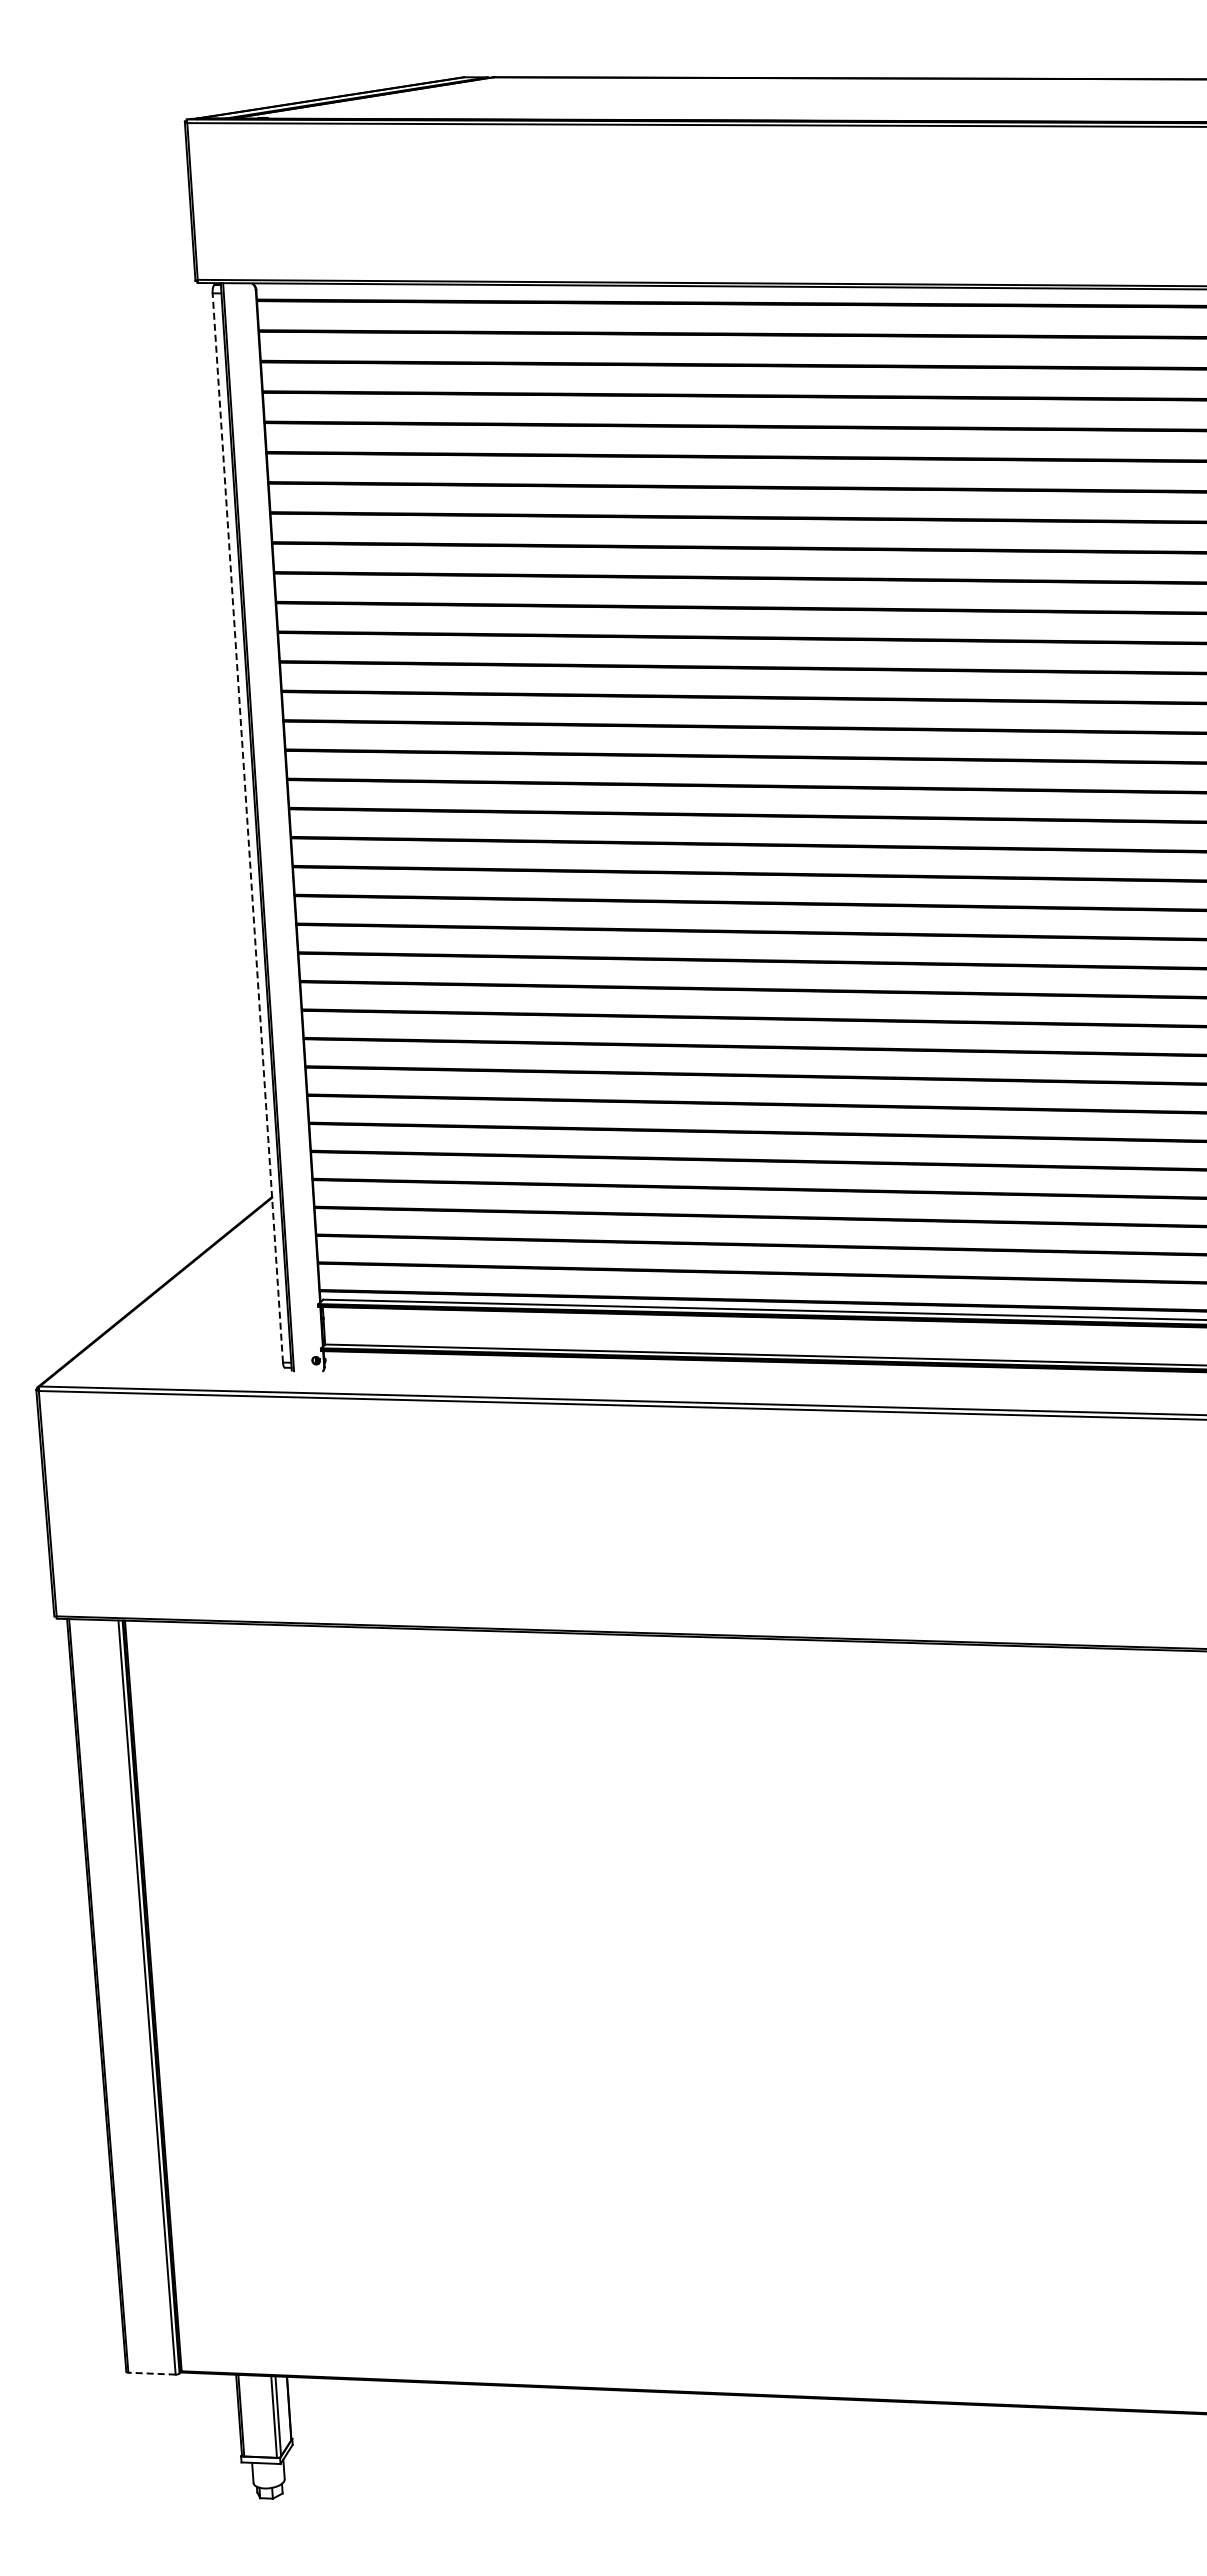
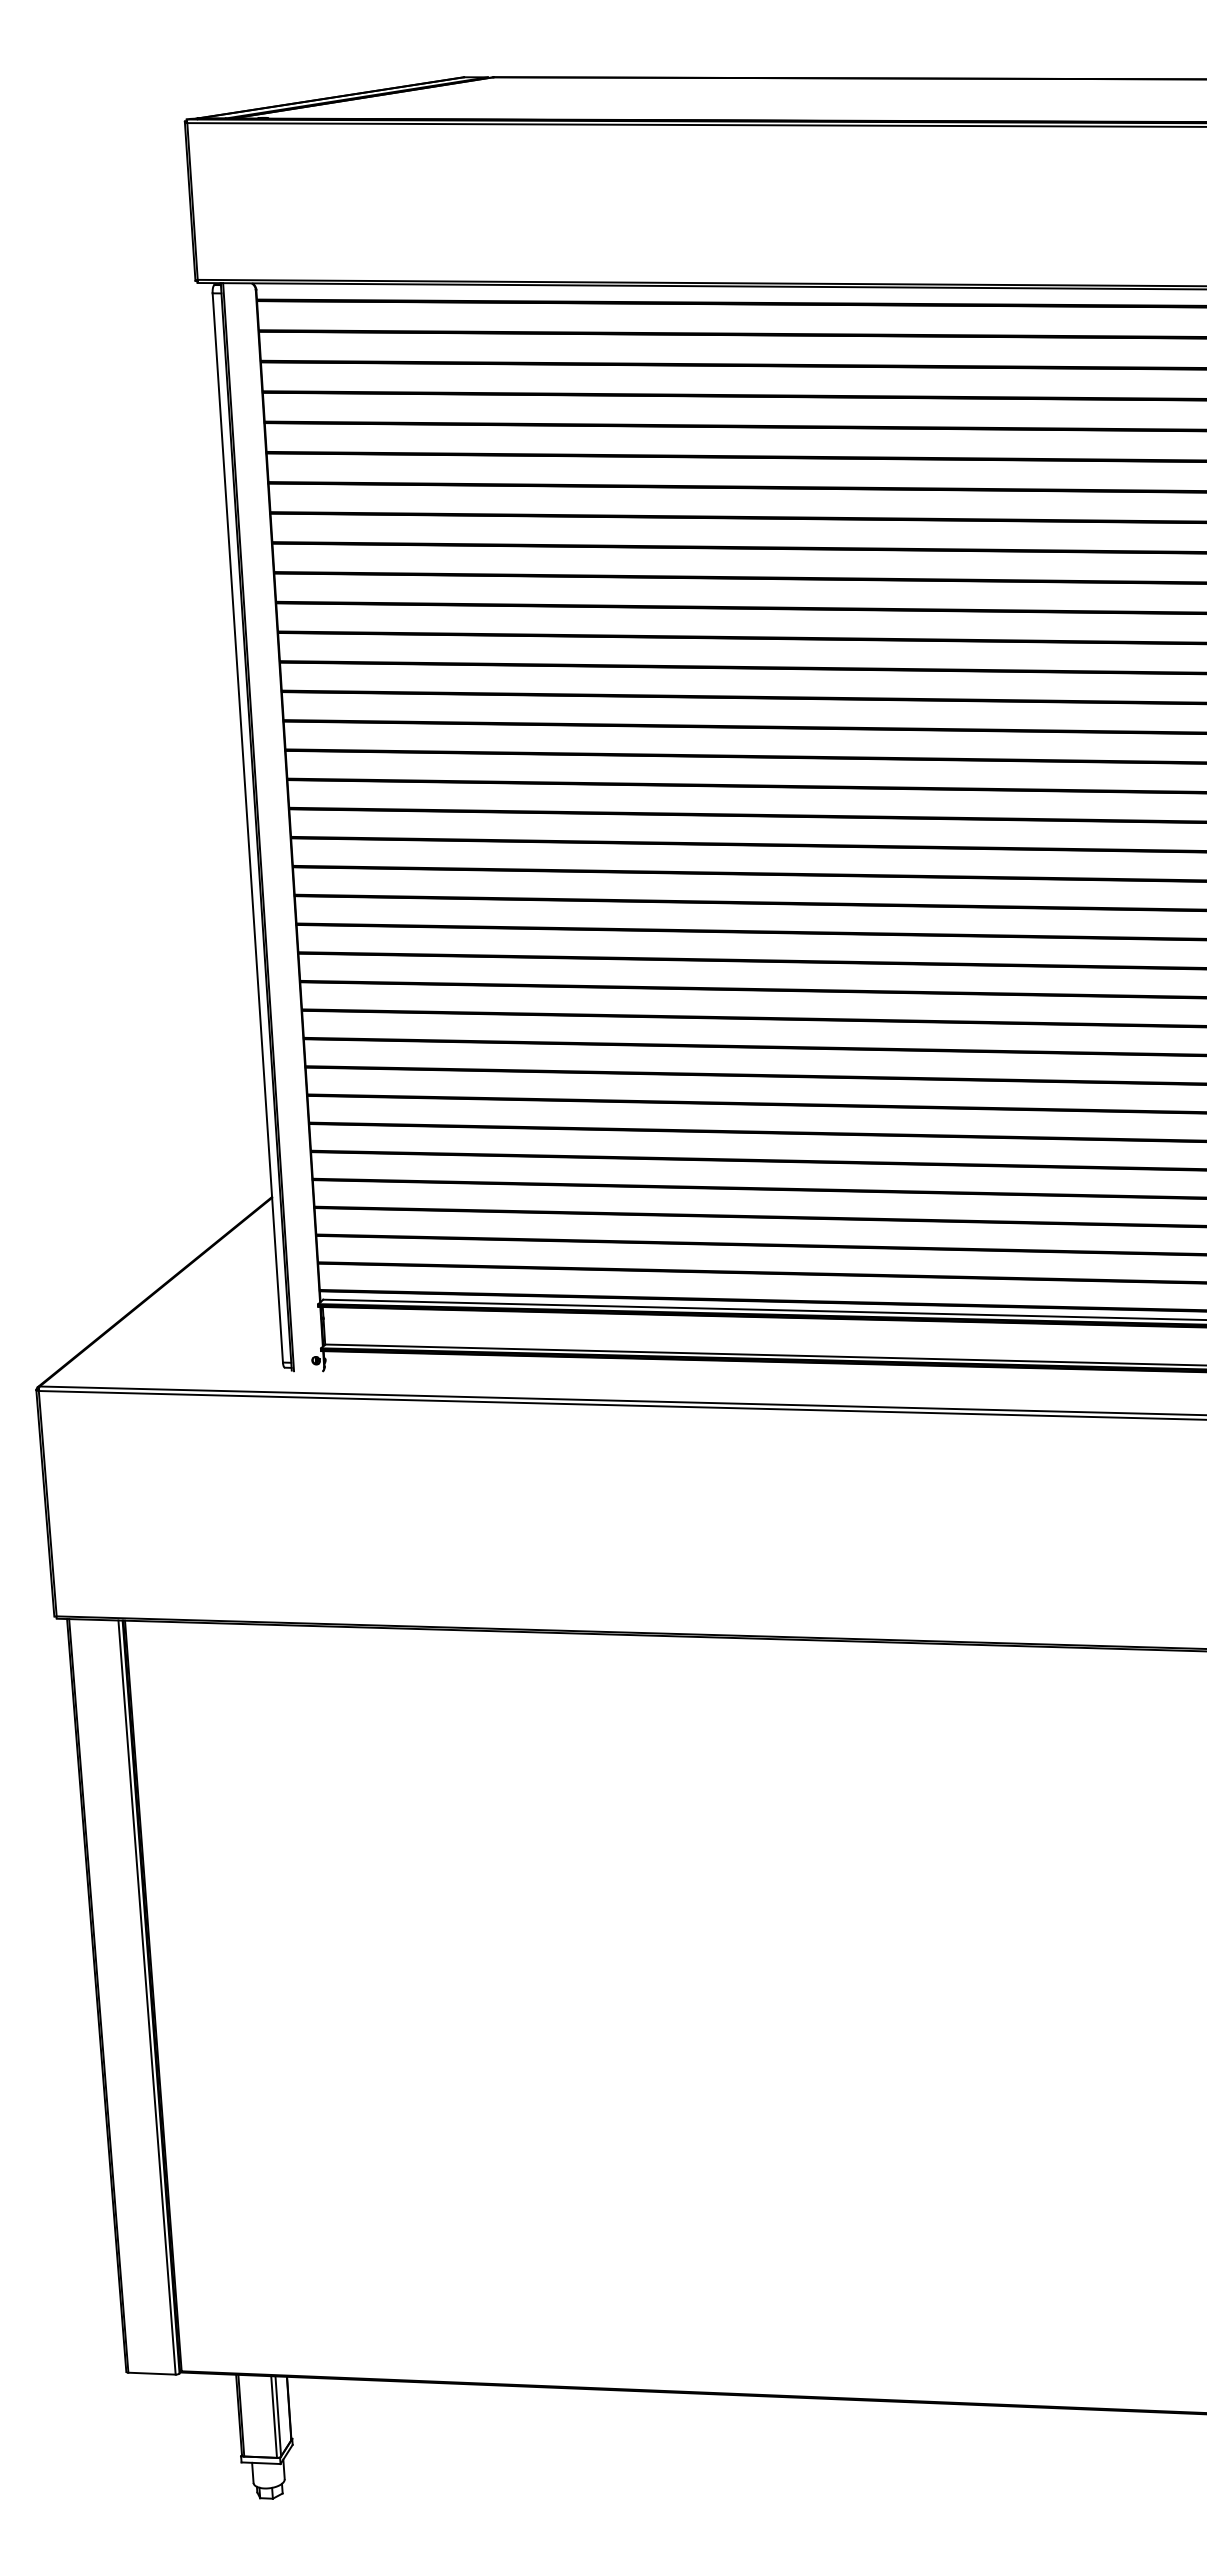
line at (247, 827): dashed -> solid
line at (152, 2373): dashed -> solid
